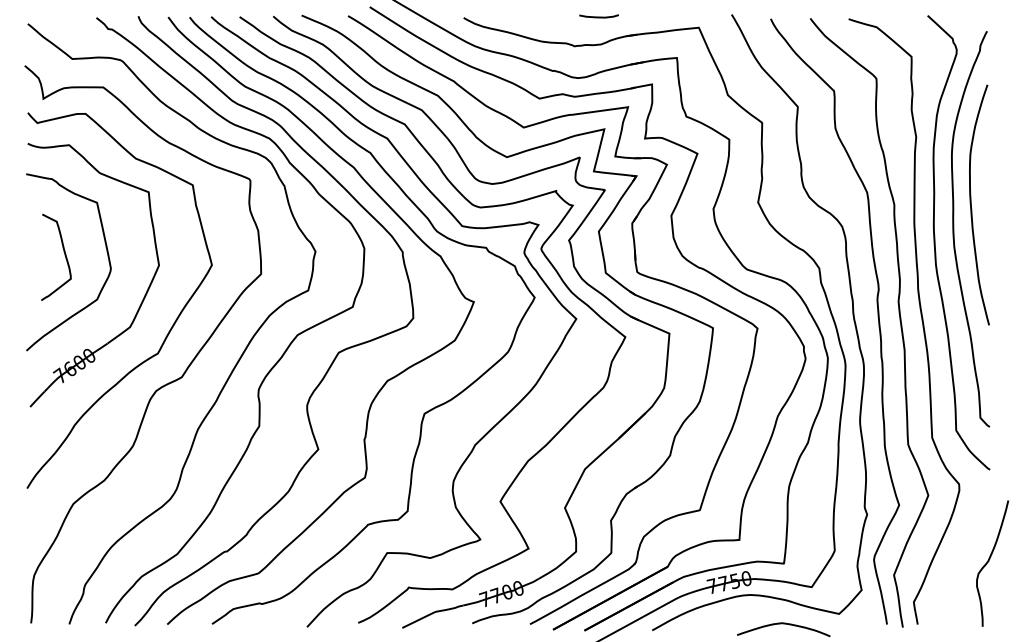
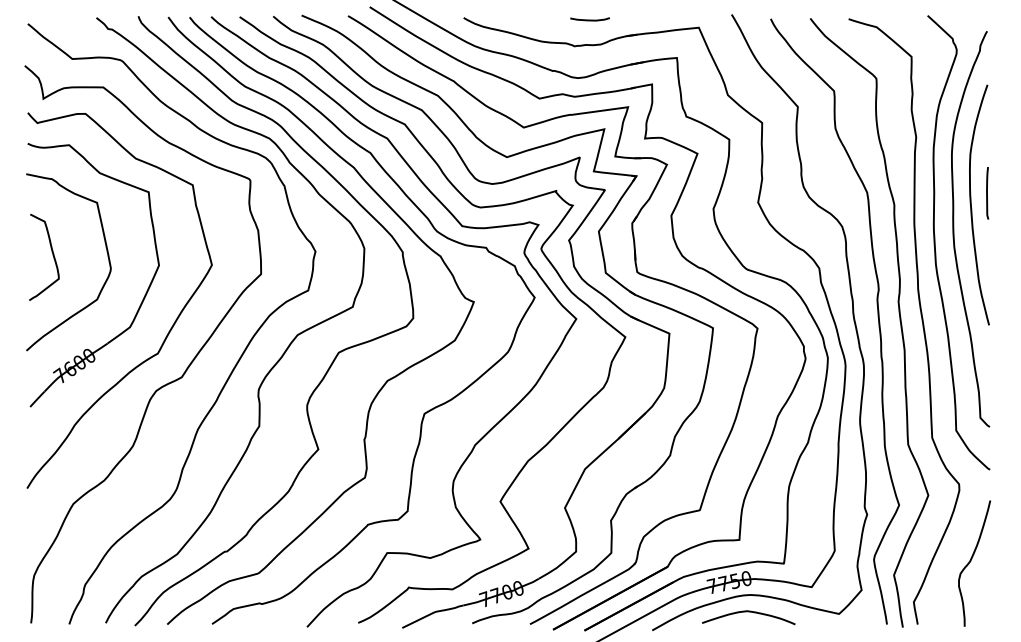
curve at (598, 16) position: (598, 16) -> (589, 19)
line at (987, 193): none -> present
curve at (63, 252) position: (63, 252) -> (51, 252)
curve at (989, 561) position: (989, 561) -> (971, 561)
curve at (783, 624) position: (783, 624) -> (748, 612)
